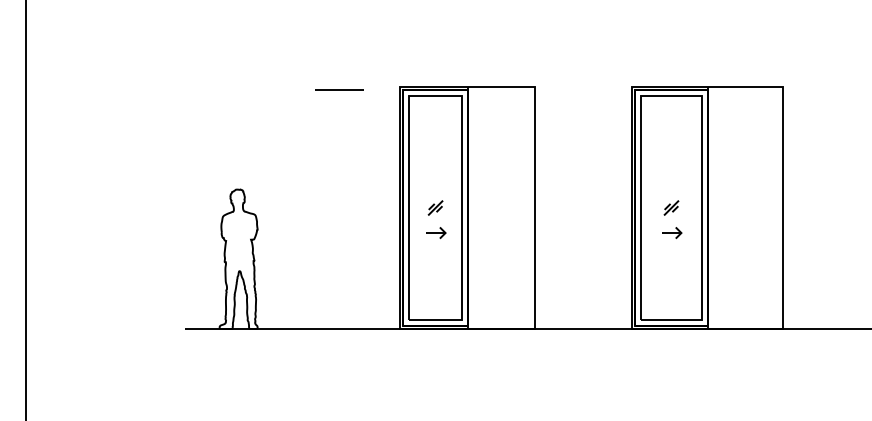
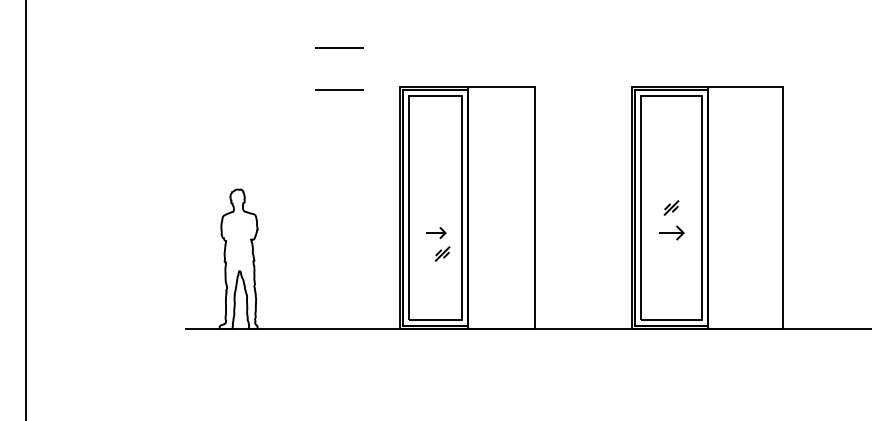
line at (339, 47): none -> present
part at (435, 207) position: (435, 207) -> (442, 253)
part at (672, 232) size: 21x12 px -> 26x16 px
